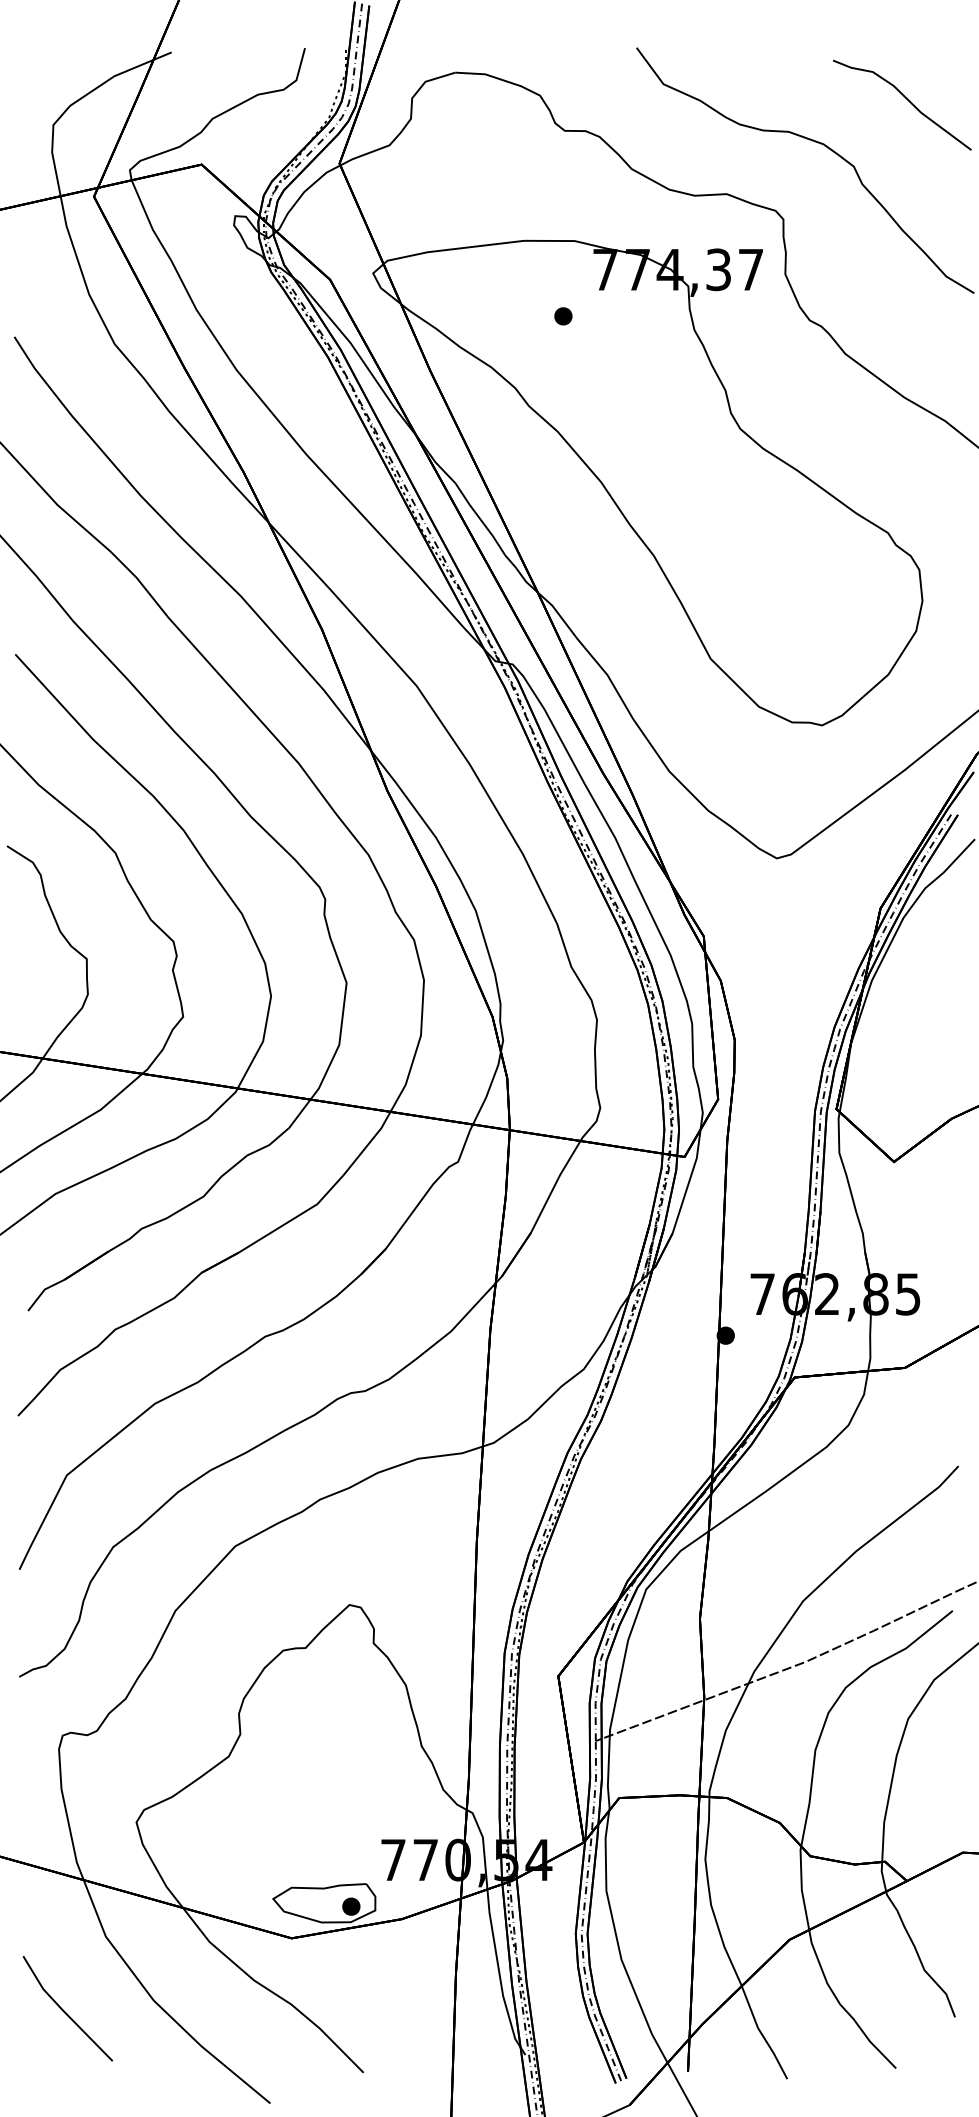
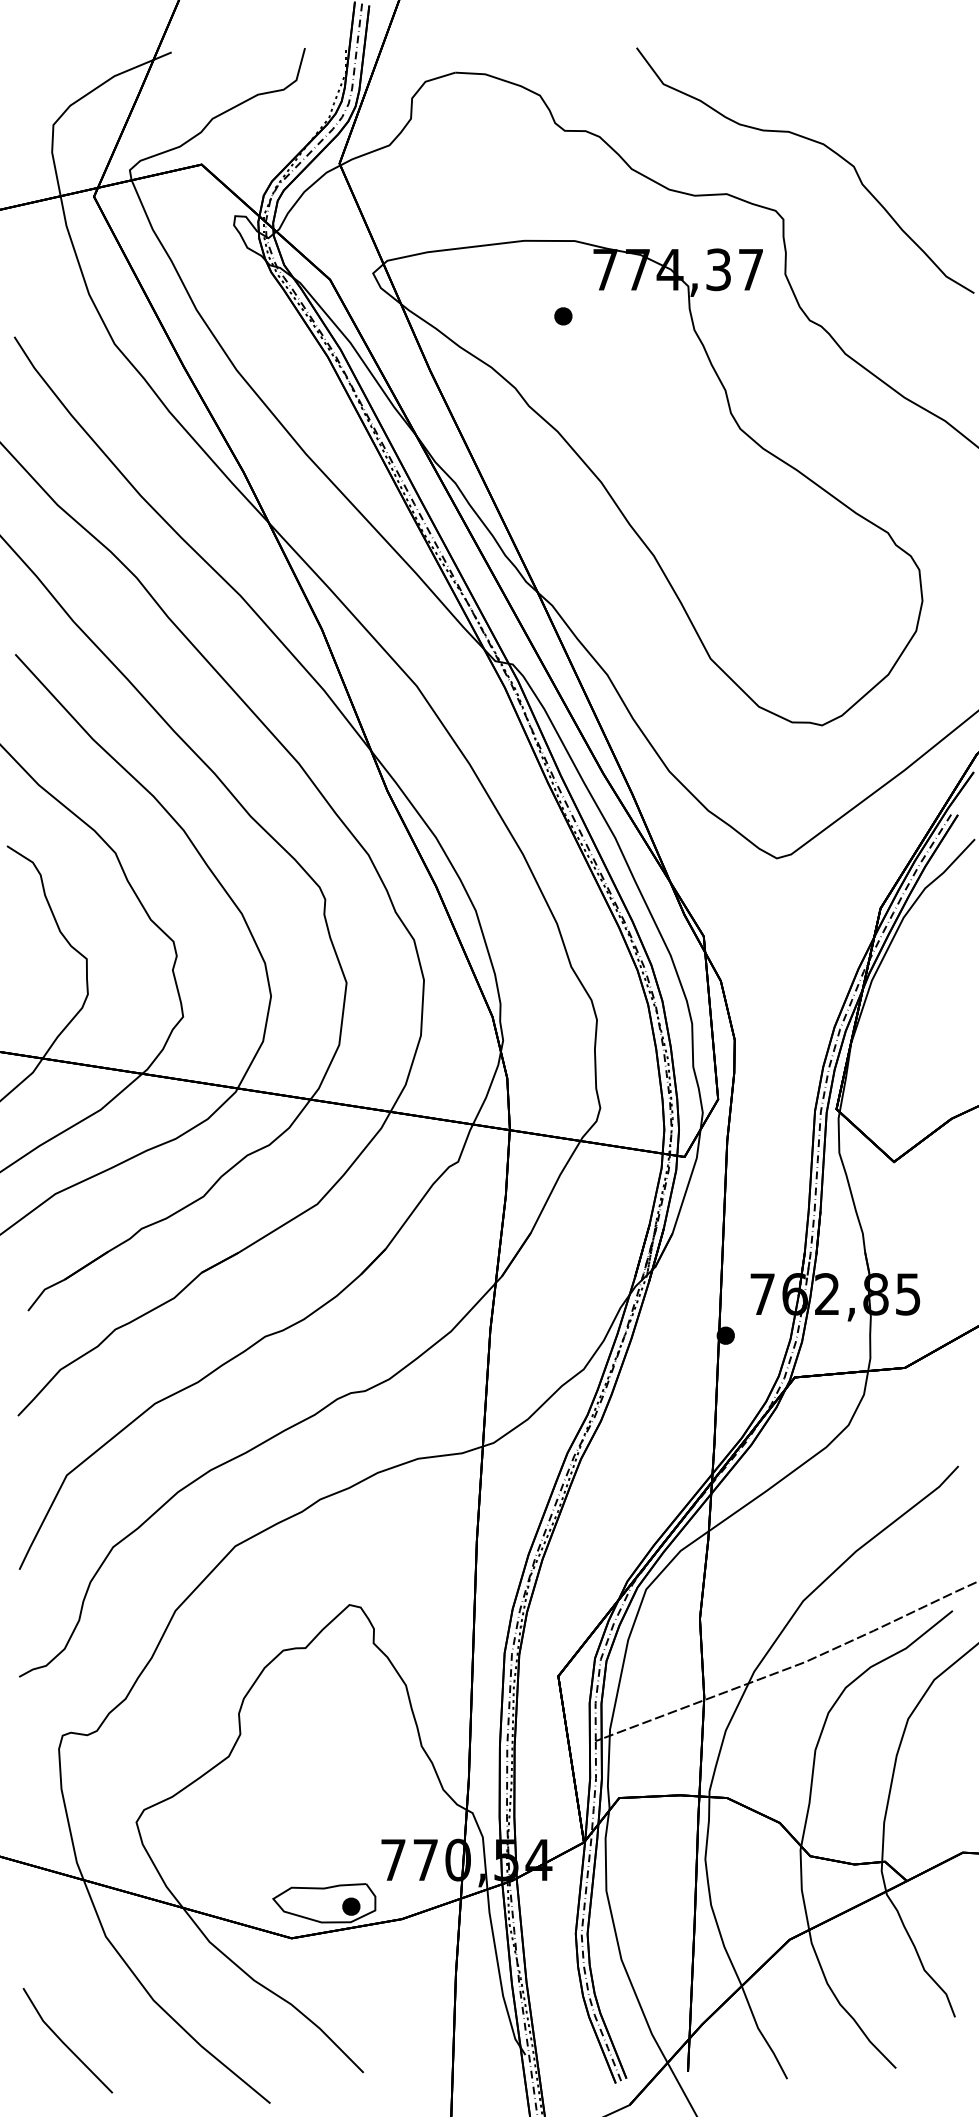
curve at (906, 99): present -> none
line at (64, 2010) position: (64, 2010) -> (64, 2042)
